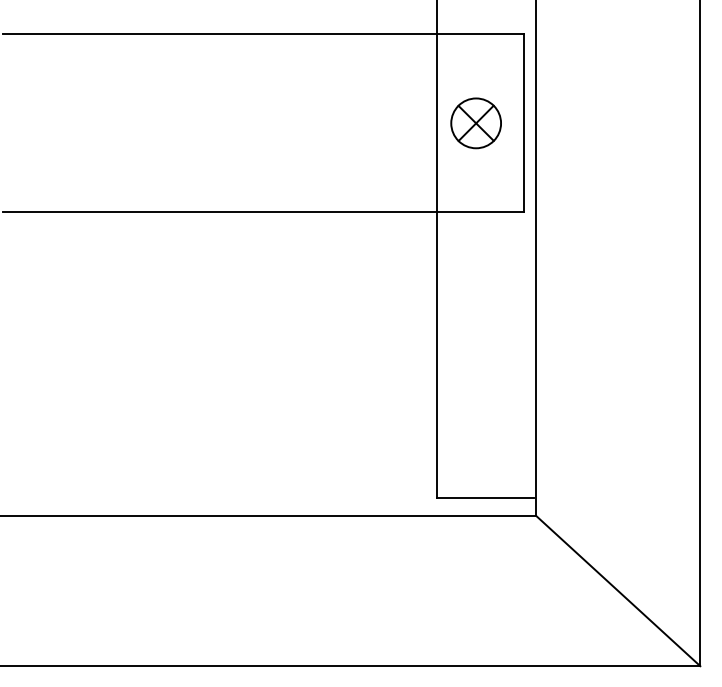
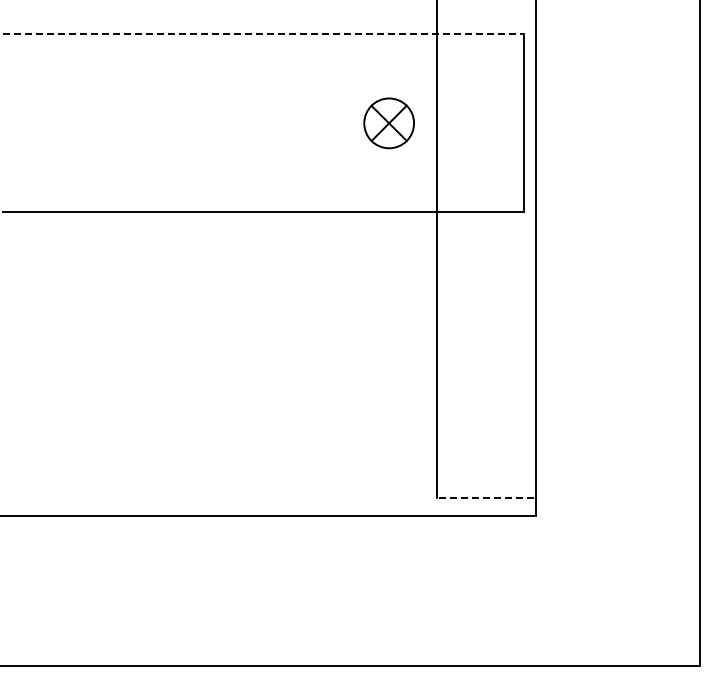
line at (263, 33): solid -> dashed
part at (475, 123) position: (475, 123) -> (388, 123)
line at (485, 498): solid -> dashed
line at (618, 590): present -> none
